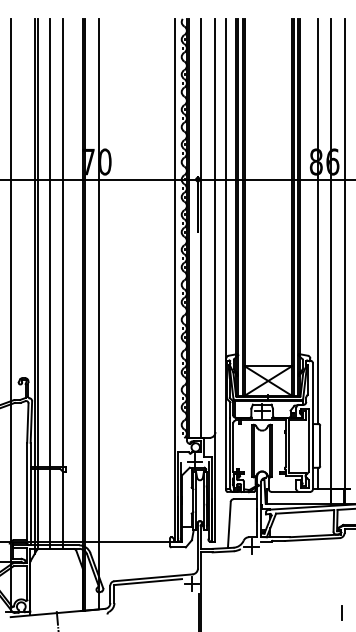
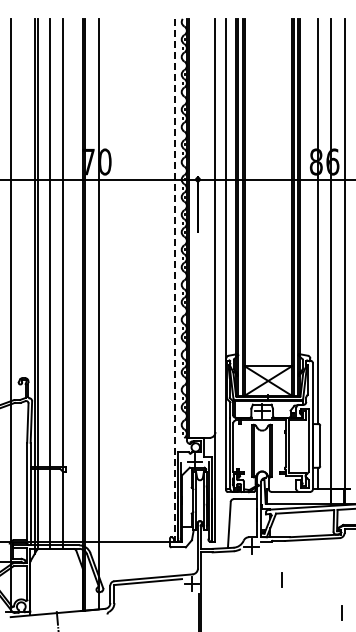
line at (201, 227): present -> none
line at (174, 280): solid -> dashed
line at (281, 579): none -> present
